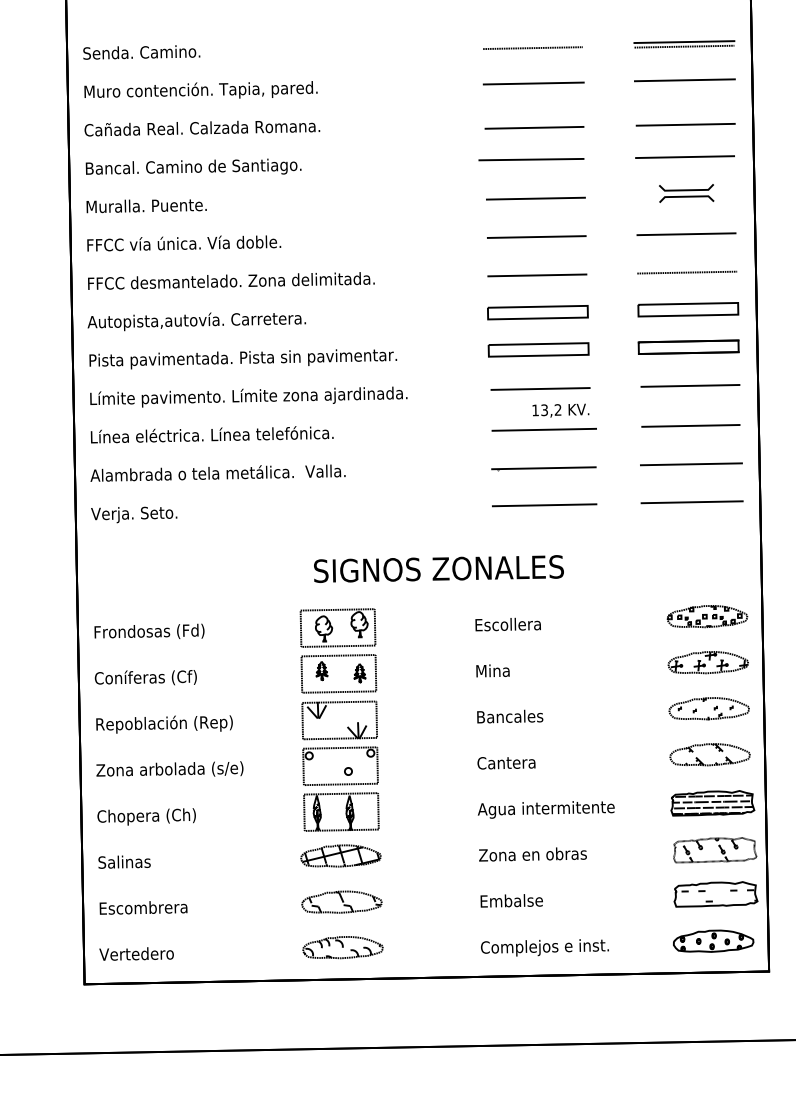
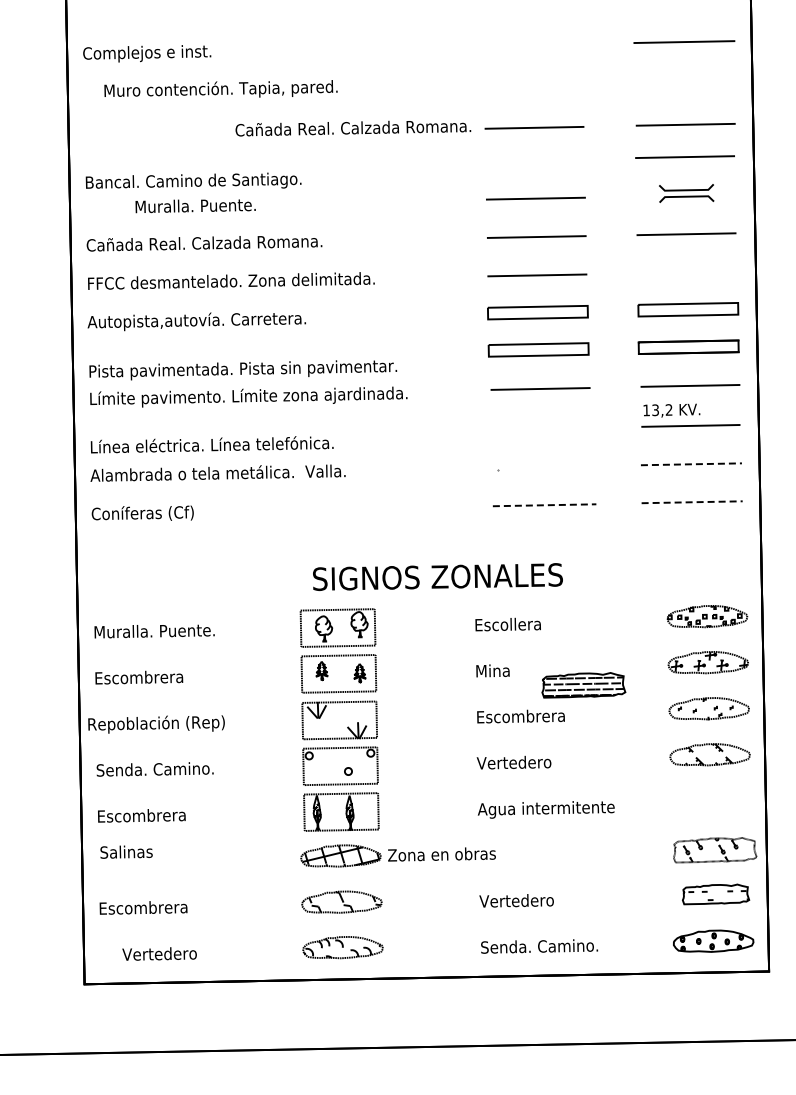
line at (684, 46): present -> none
line at (532, 48): present -> none
text at (147, 53): Senda. Camino. -> Complejos e inst.
line at (684, 80): present -> none
line at (533, 83): present -> none
text at (200, 89) position: (200, 89) -> (220, 88)
text at (202, 128) position: (202, 128) -> (353, 128)
line at (531, 159): present -> none
text at (193, 166) position: (193, 166) -> (193, 180)
text at (146, 206) position: (146, 206) -> (195, 206)
text at (204, 243): FFCC vía única. Vía doble. -> Cañada Real. Calzada Romana.
line at (687, 272): present -> none
text at (243, 359) position: (243, 359) -> (243, 370)
text at (560, 410) position: (560, 410) -> (671, 410)
line at (544, 429): present -> none
text at (211, 434) position: (211, 434) -> (211, 444)
line at (691, 464): solid -> dashed
line at (543, 468): present -> none
line at (692, 502): solid -> dashed
line at (544, 505): solid -> dashed
text at (142, 514): Verja. Seto. -> Coníferas (Cf)
text at (438, 568) position: (438, 568) -> (437, 576)
text at (155, 630): Frondosas (Fd) -> Muralla. Puente.
text at (145, 677): Coníferas (Cf) -> Escombrera
text at (523, 716): Bancales -> Escombrera
text at (164, 724) position: (164, 724) -> (156, 724)
text at (513, 762): Cantera -> Vertedero
text at (169, 768): Zona arbolada (s/e) -> Senda. Camino.
part at (712, 803) position: (712, 803) -> (583, 685)
text at (146, 816): Chopera (Ch) -> Escombrera
text at (532, 854) position: (532, 854) -> (441, 854)
text at (124, 861) position: (124, 861) -> (126, 851)
part at (715, 894) size: 86x27 px -> 69x23 px
text at (516, 900): Embalse -> Vertedero
text at (544, 947): Complejos e inst. -> Senda. Camino.
text at (136, 953) position: (136, 953) -> (159, 953)
